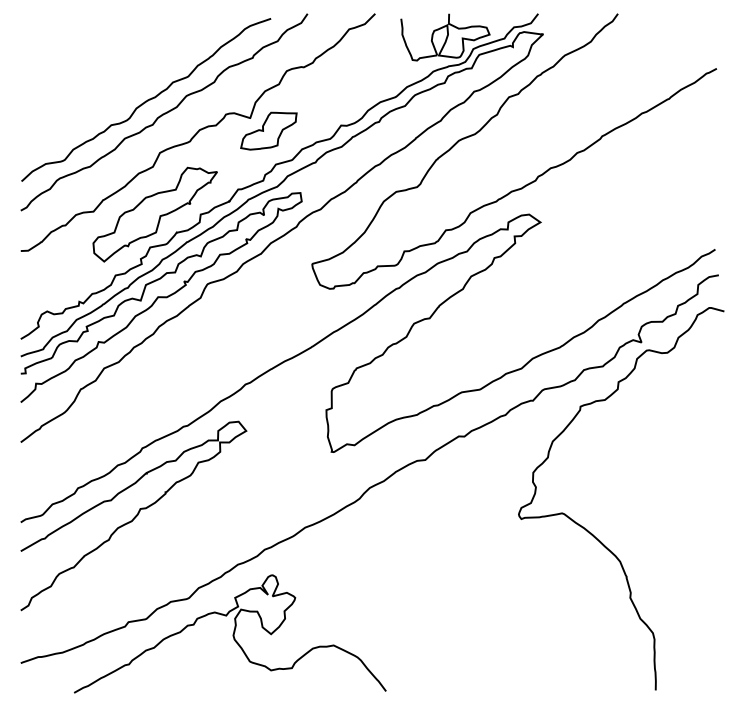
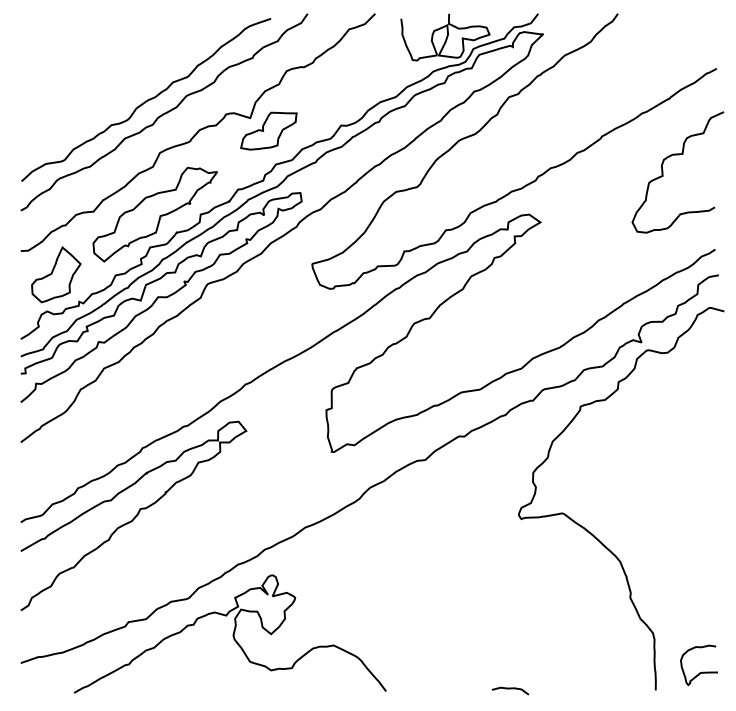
curve at (663, 172): none -> present
part at (56, 274): none -> present
curve at (699, 672): none -> present
curve at (510, 689): none -> present
